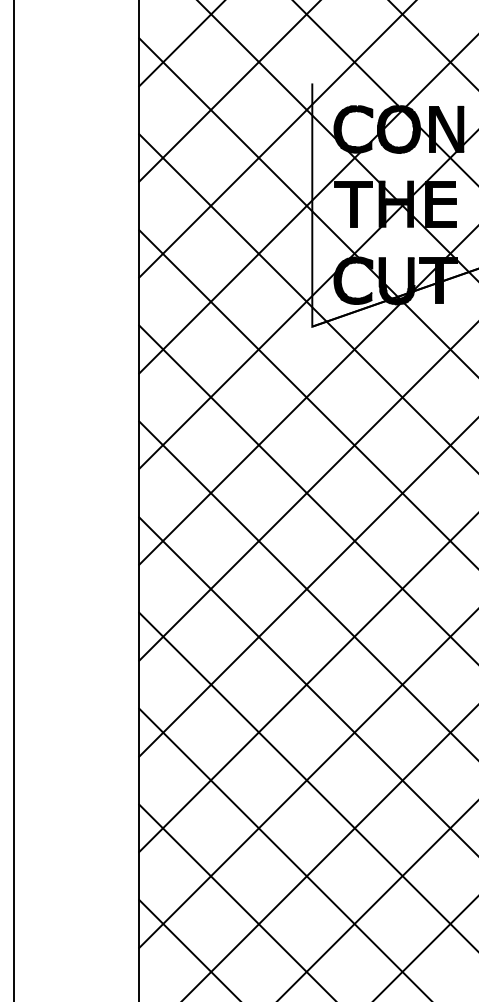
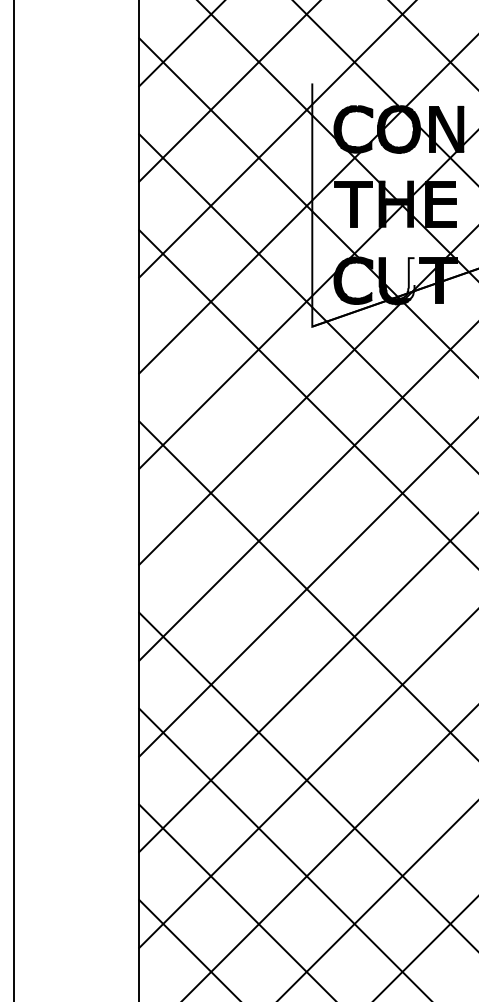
fill at (405, 278): present -> none
line at (307, 493): present -> none
line at (307, 685): present -> none
